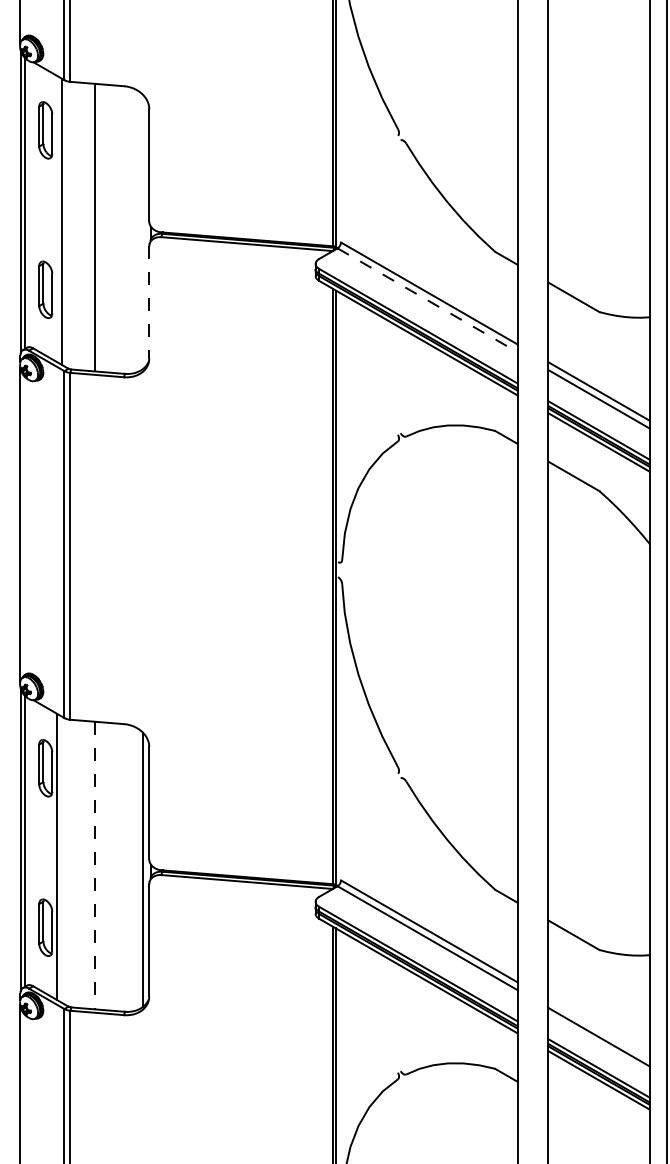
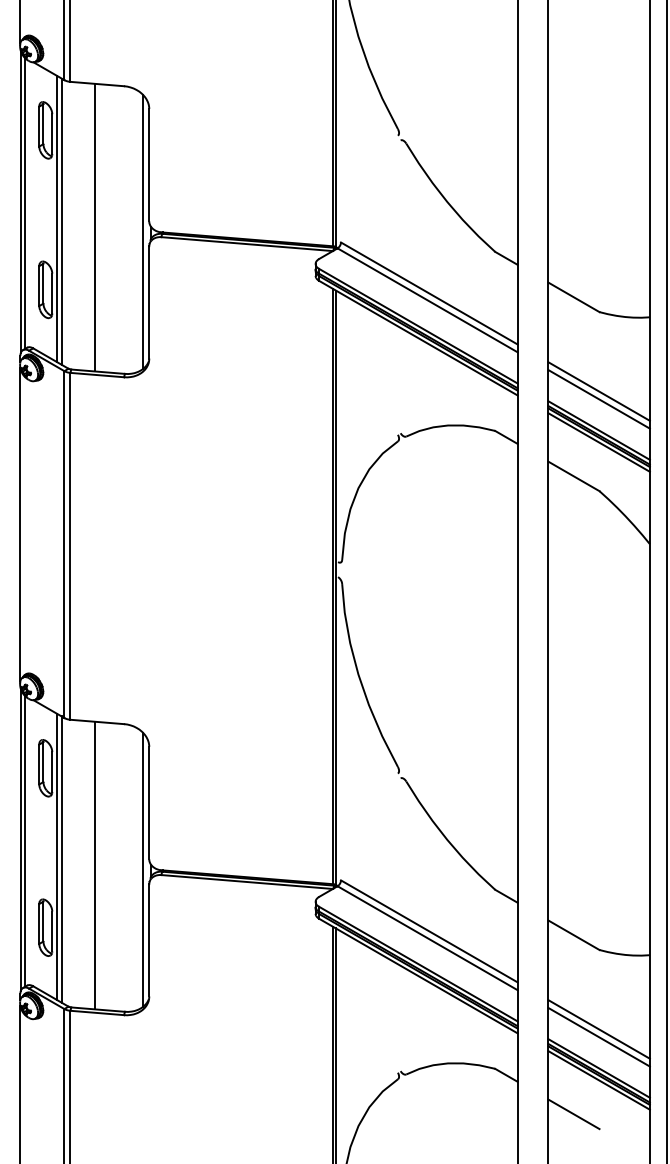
line at (57, 219): none -> present
line at (142, 231): none -> present
line at (427, 300): dashed -> solid
line at (149, 302): dashed -> solid
line at (61, 859): none -> present
line at (95, 865): dashed -> solid
line at (598, 1029): none -> present
line at (573, 1114): none -> present
